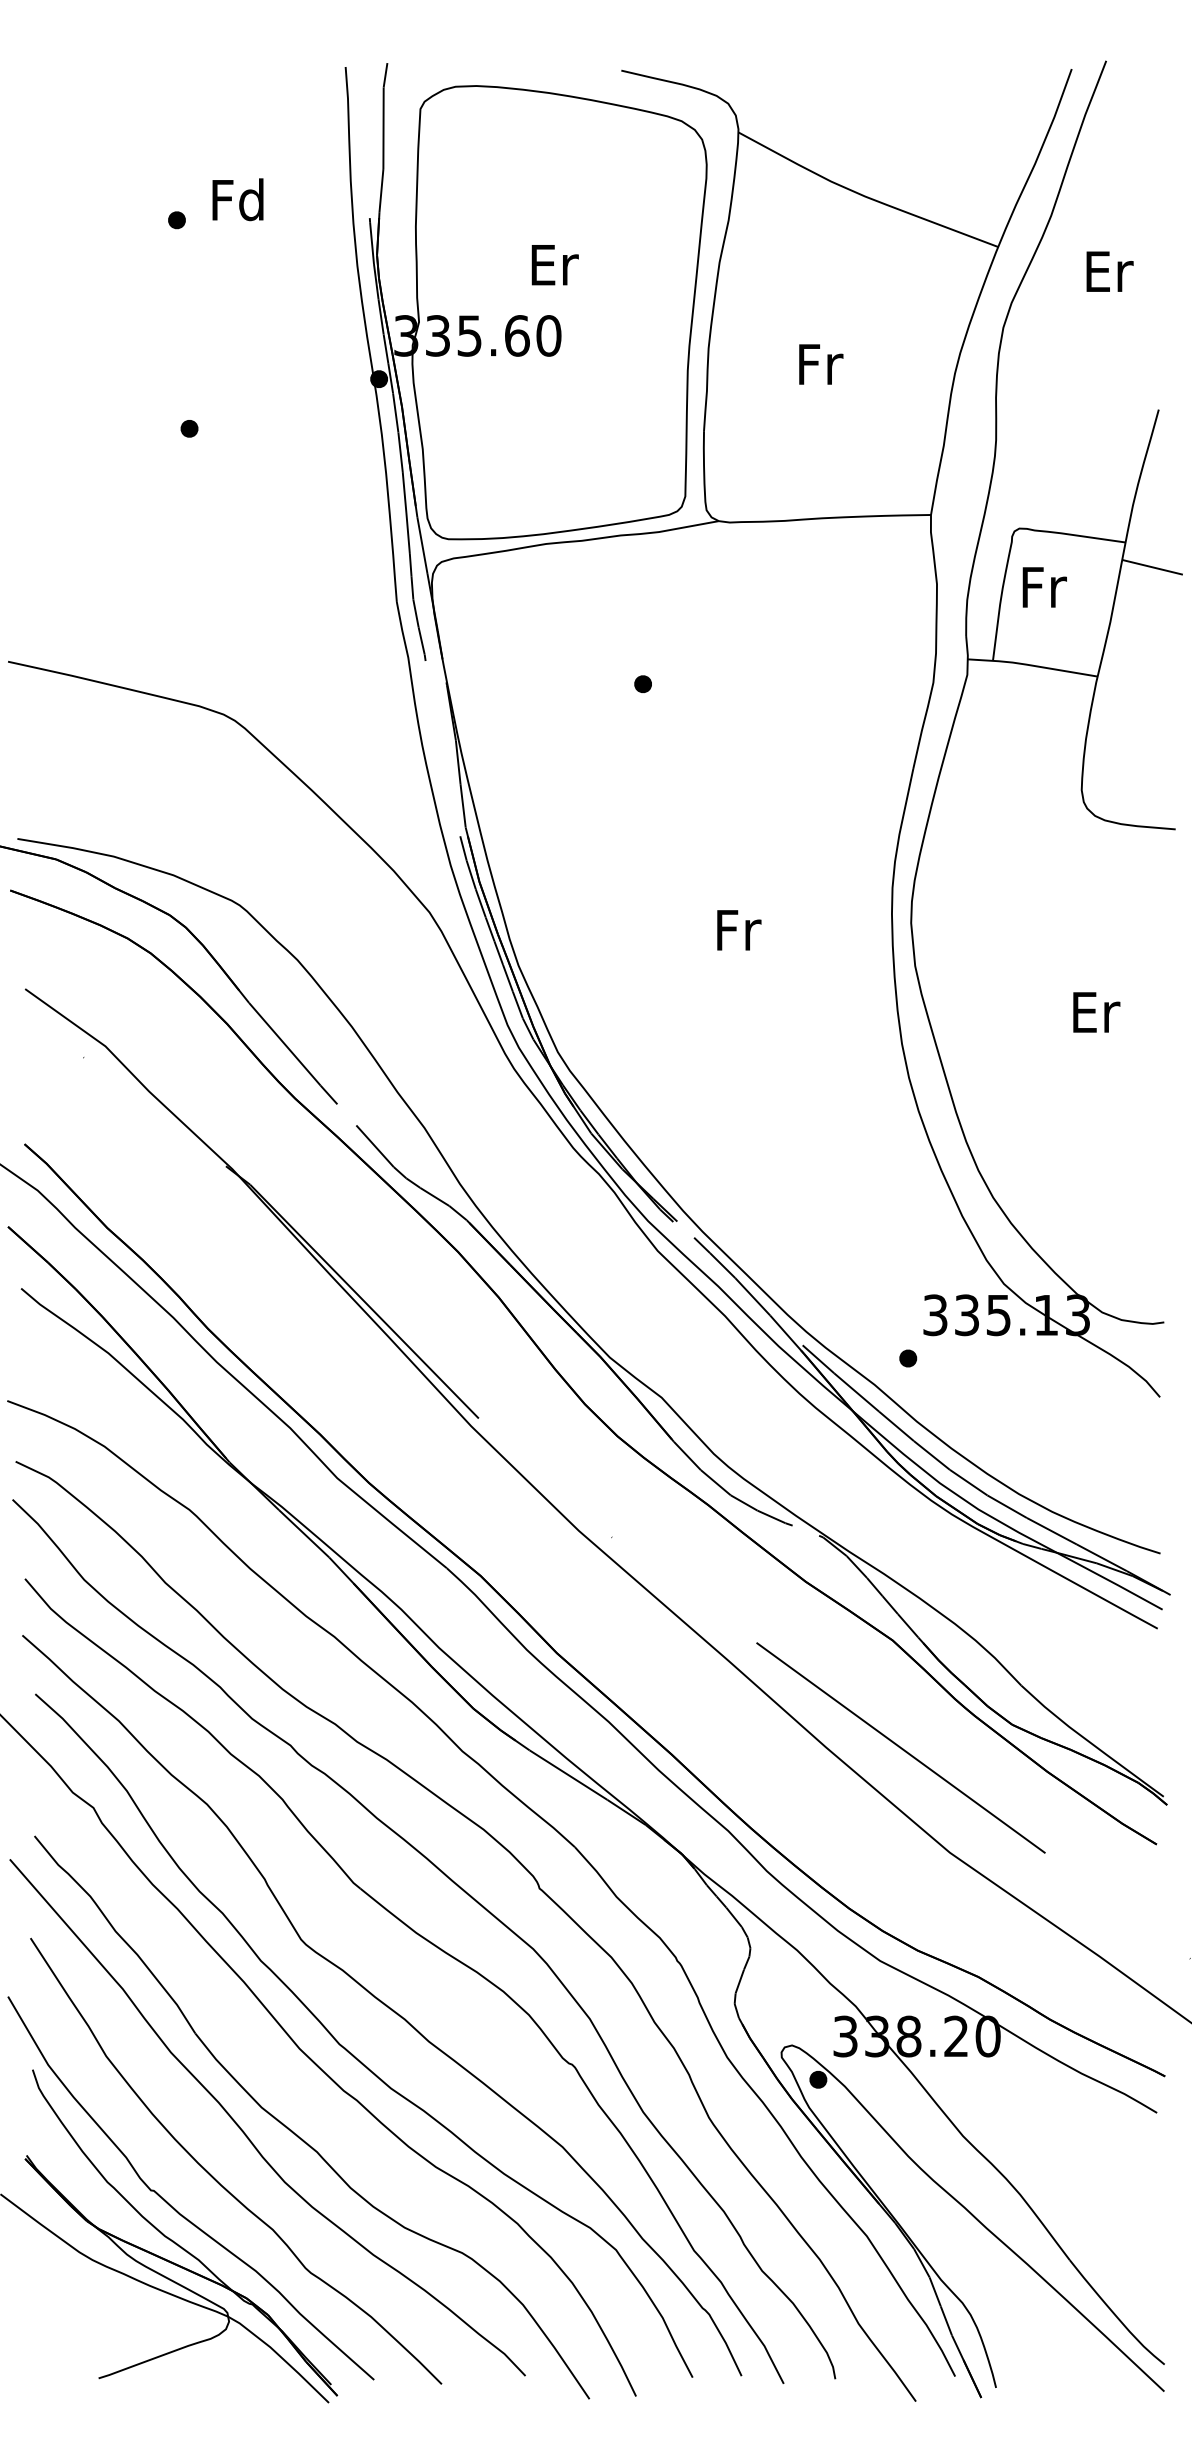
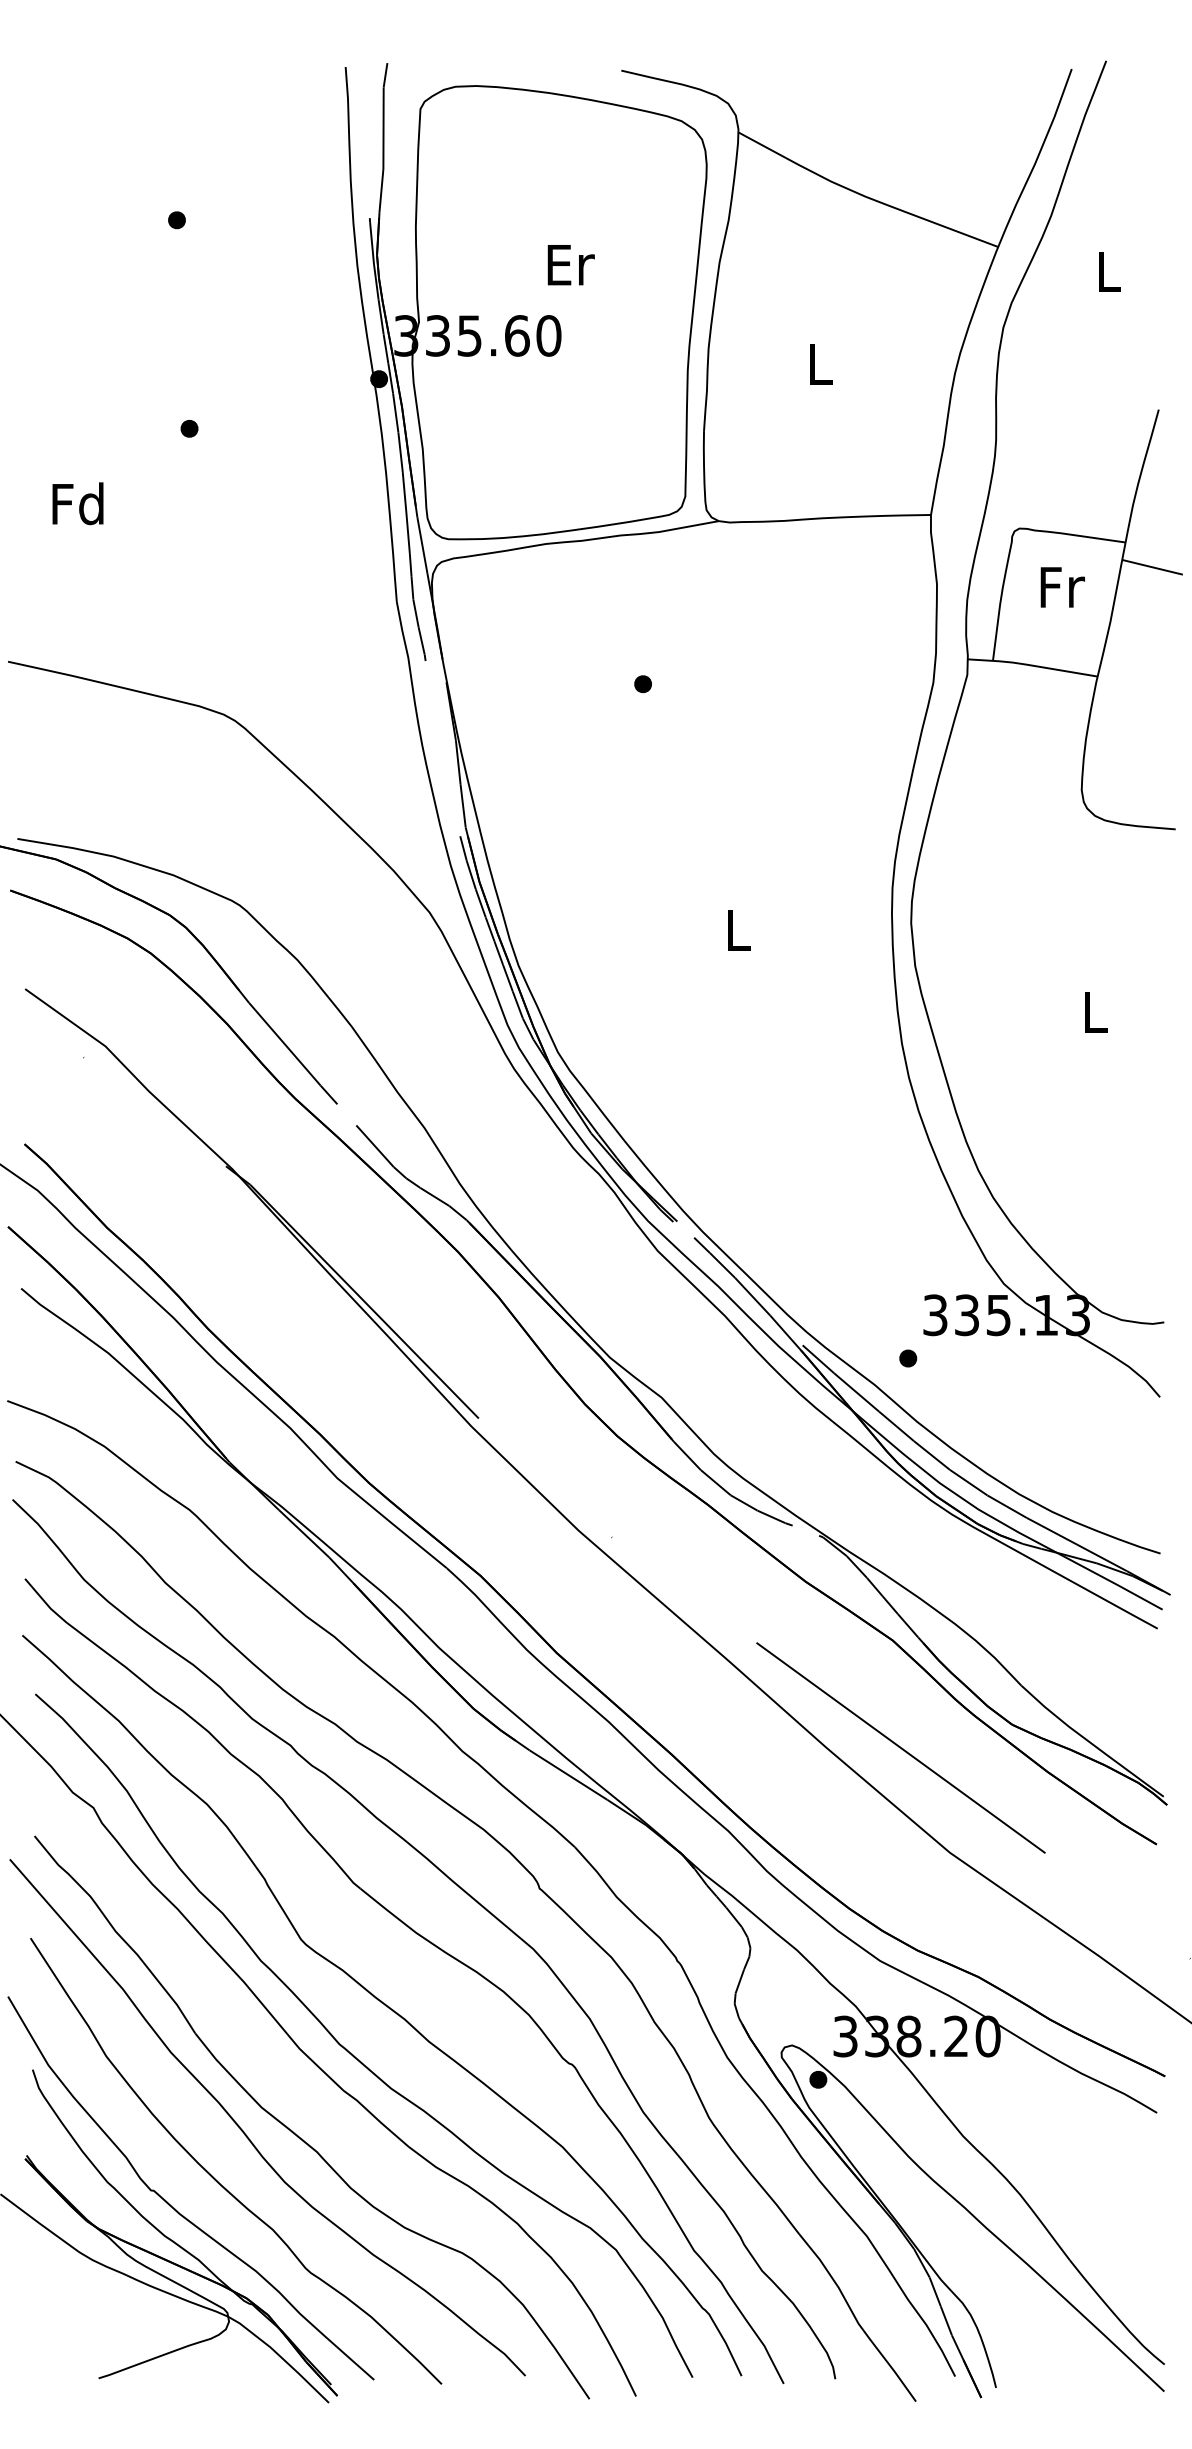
text at (237, 199) position: (237, 199) -> (77, 503)
text at (554, 265) position: (554, 265) -> (570, 265)
text at (1109, 271): Er -> L
text at (821, 364): Fr -> L
text at (1044, 587) position: (1044, 587) -> (1062, 587)
text at (739, 930): Fr -> L
text at (1096, 1012): Er -> L
